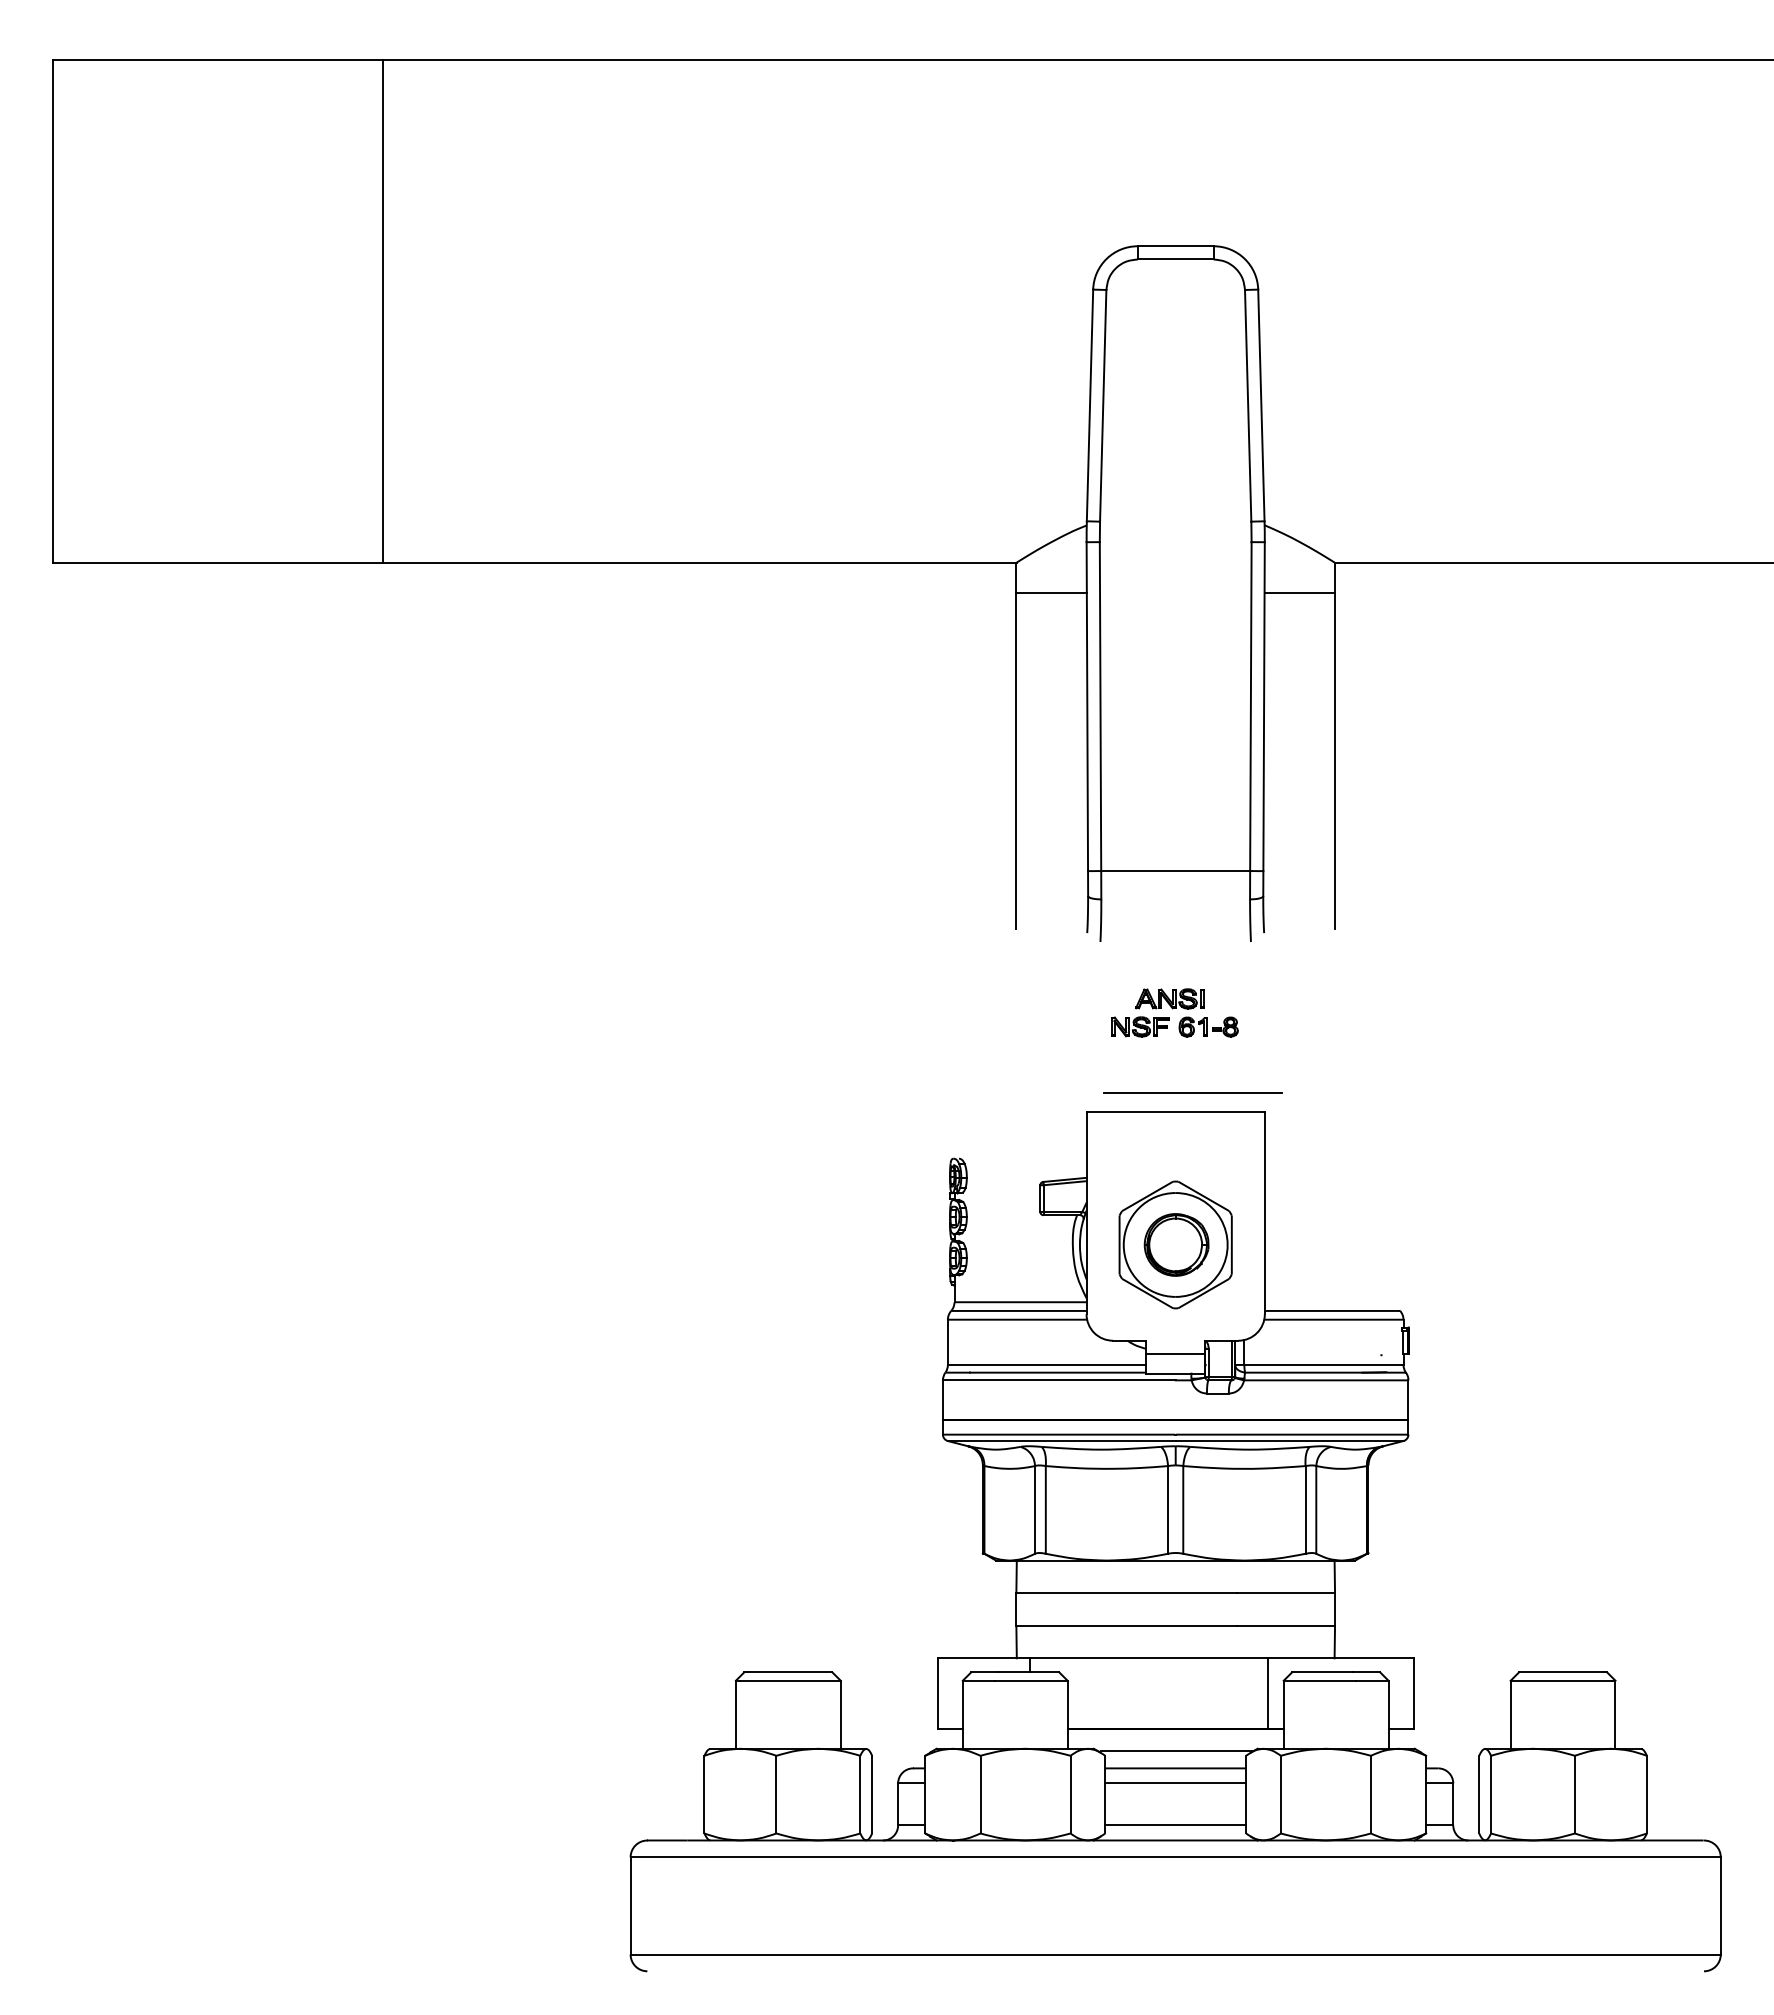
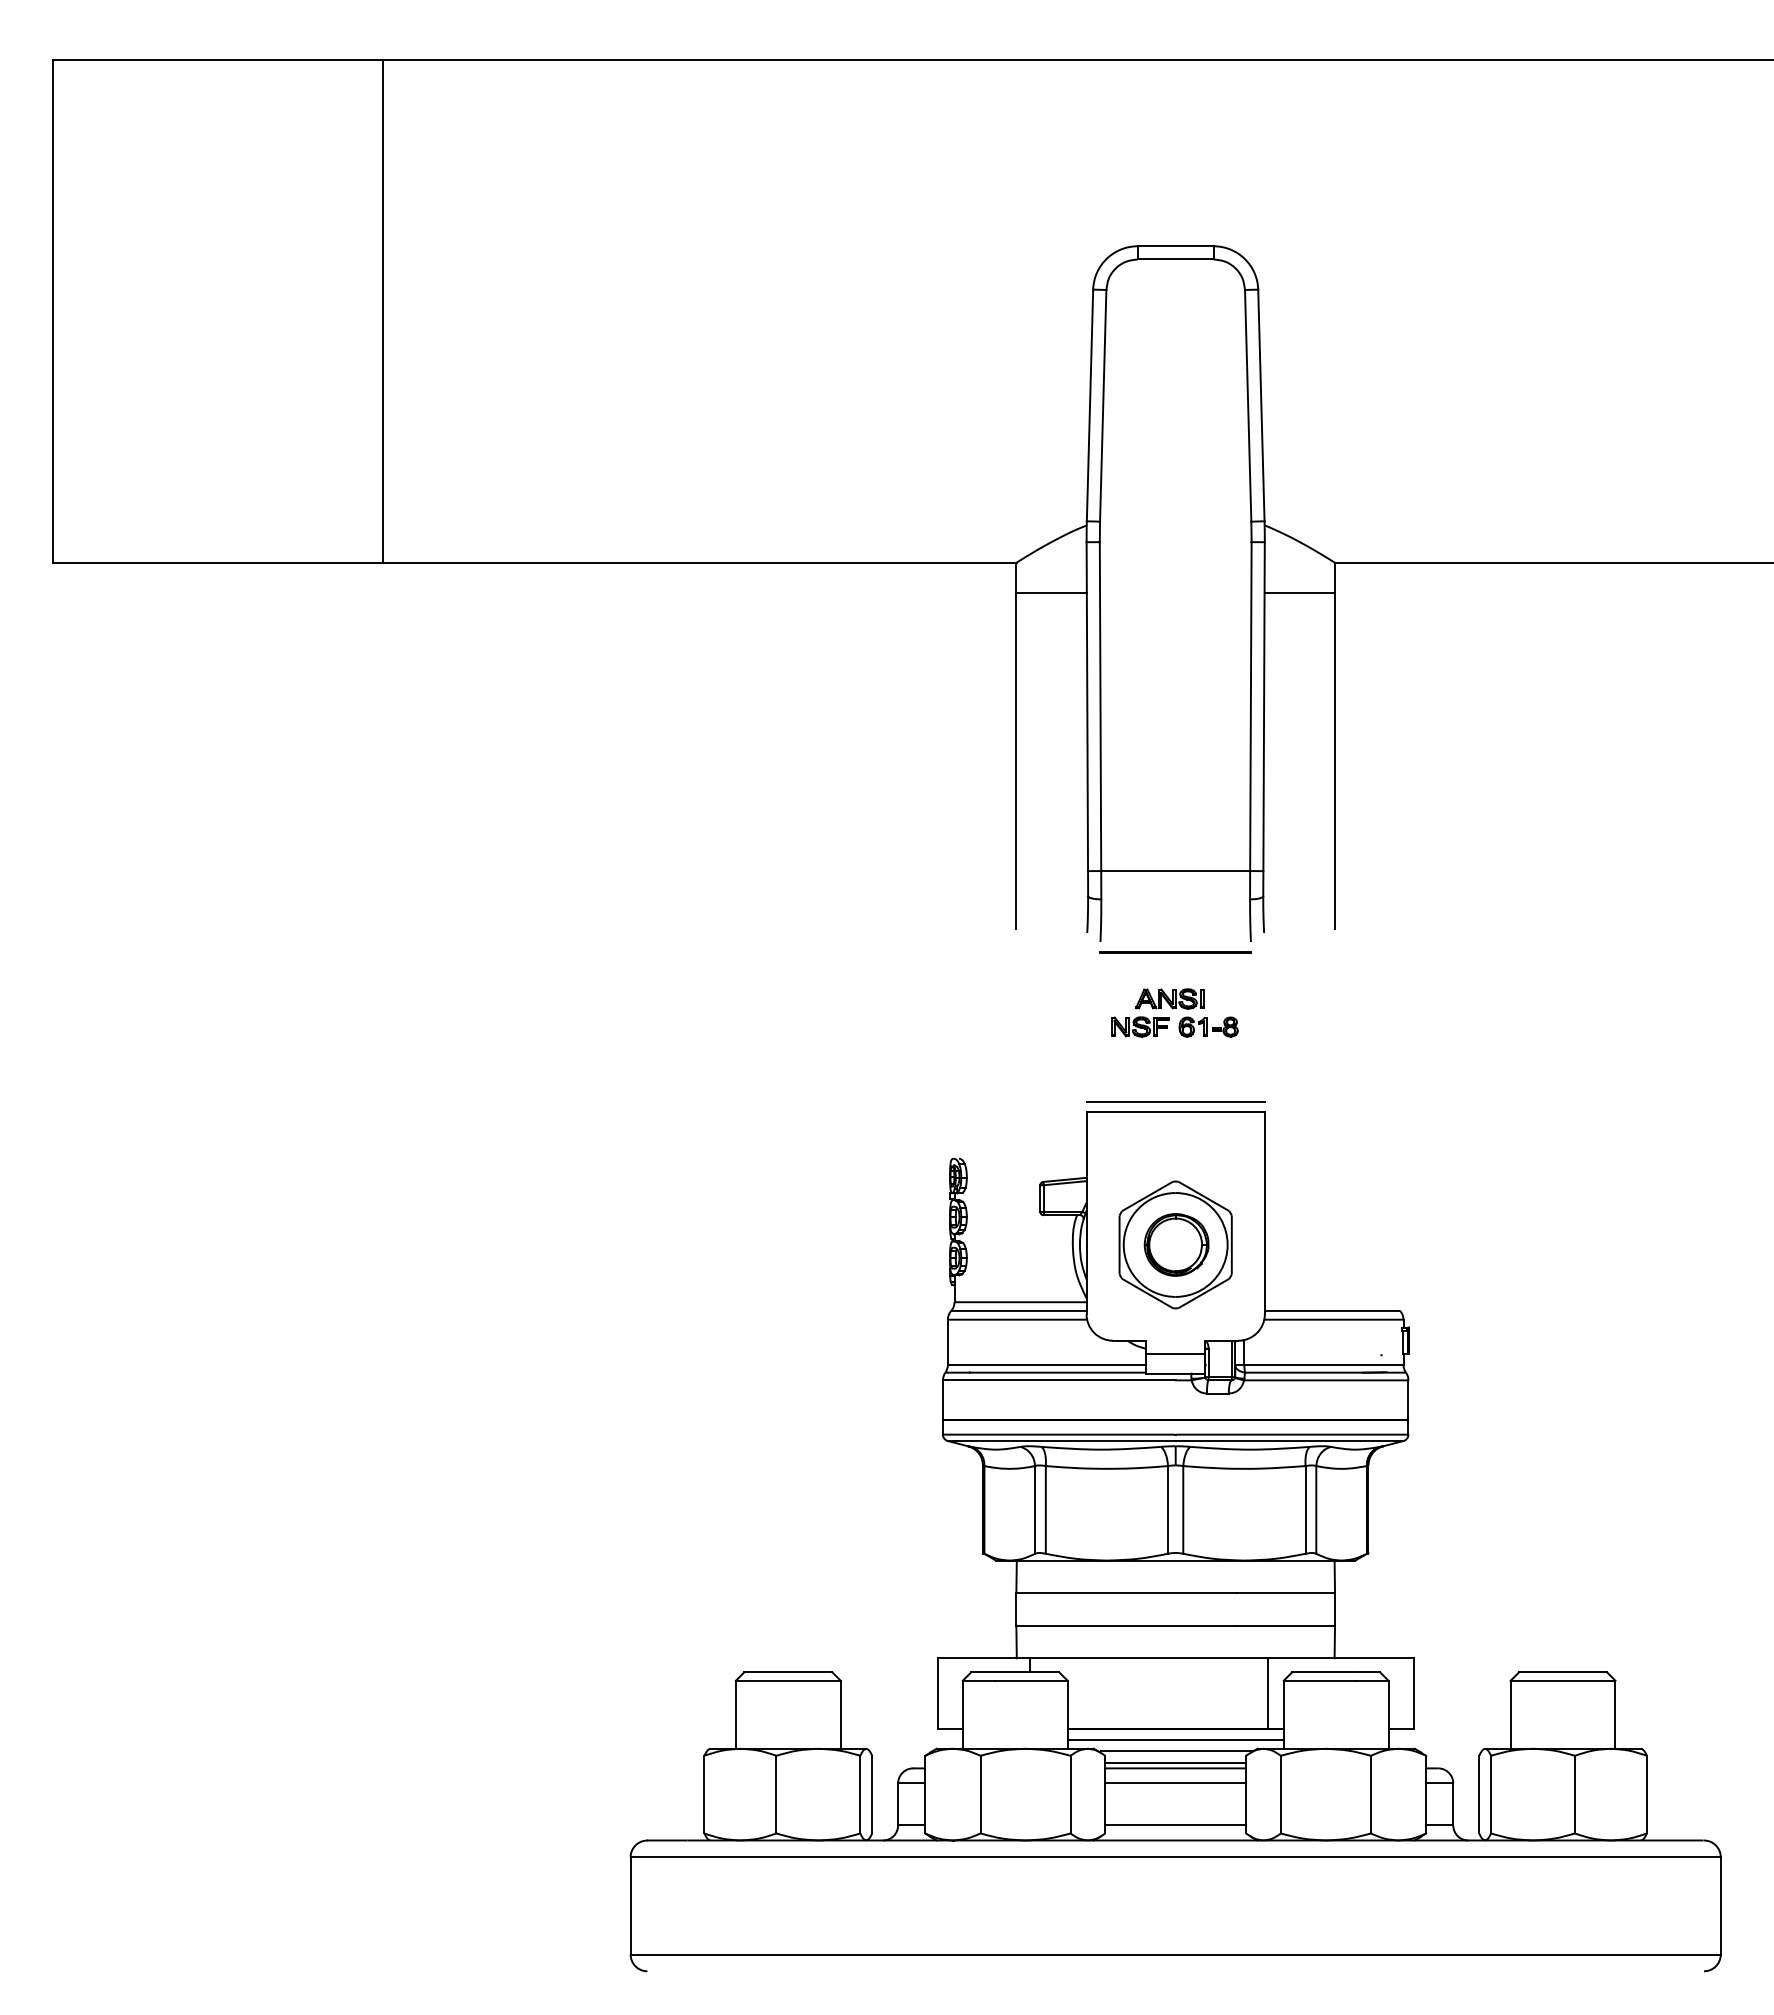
line at (1175, 952): none -> present
line at (1192, 1092) position: (1192, 1092) -> (1175, 1101)
line at (1175, 1740): none -> present
line at (1175, 1762): none -> present
